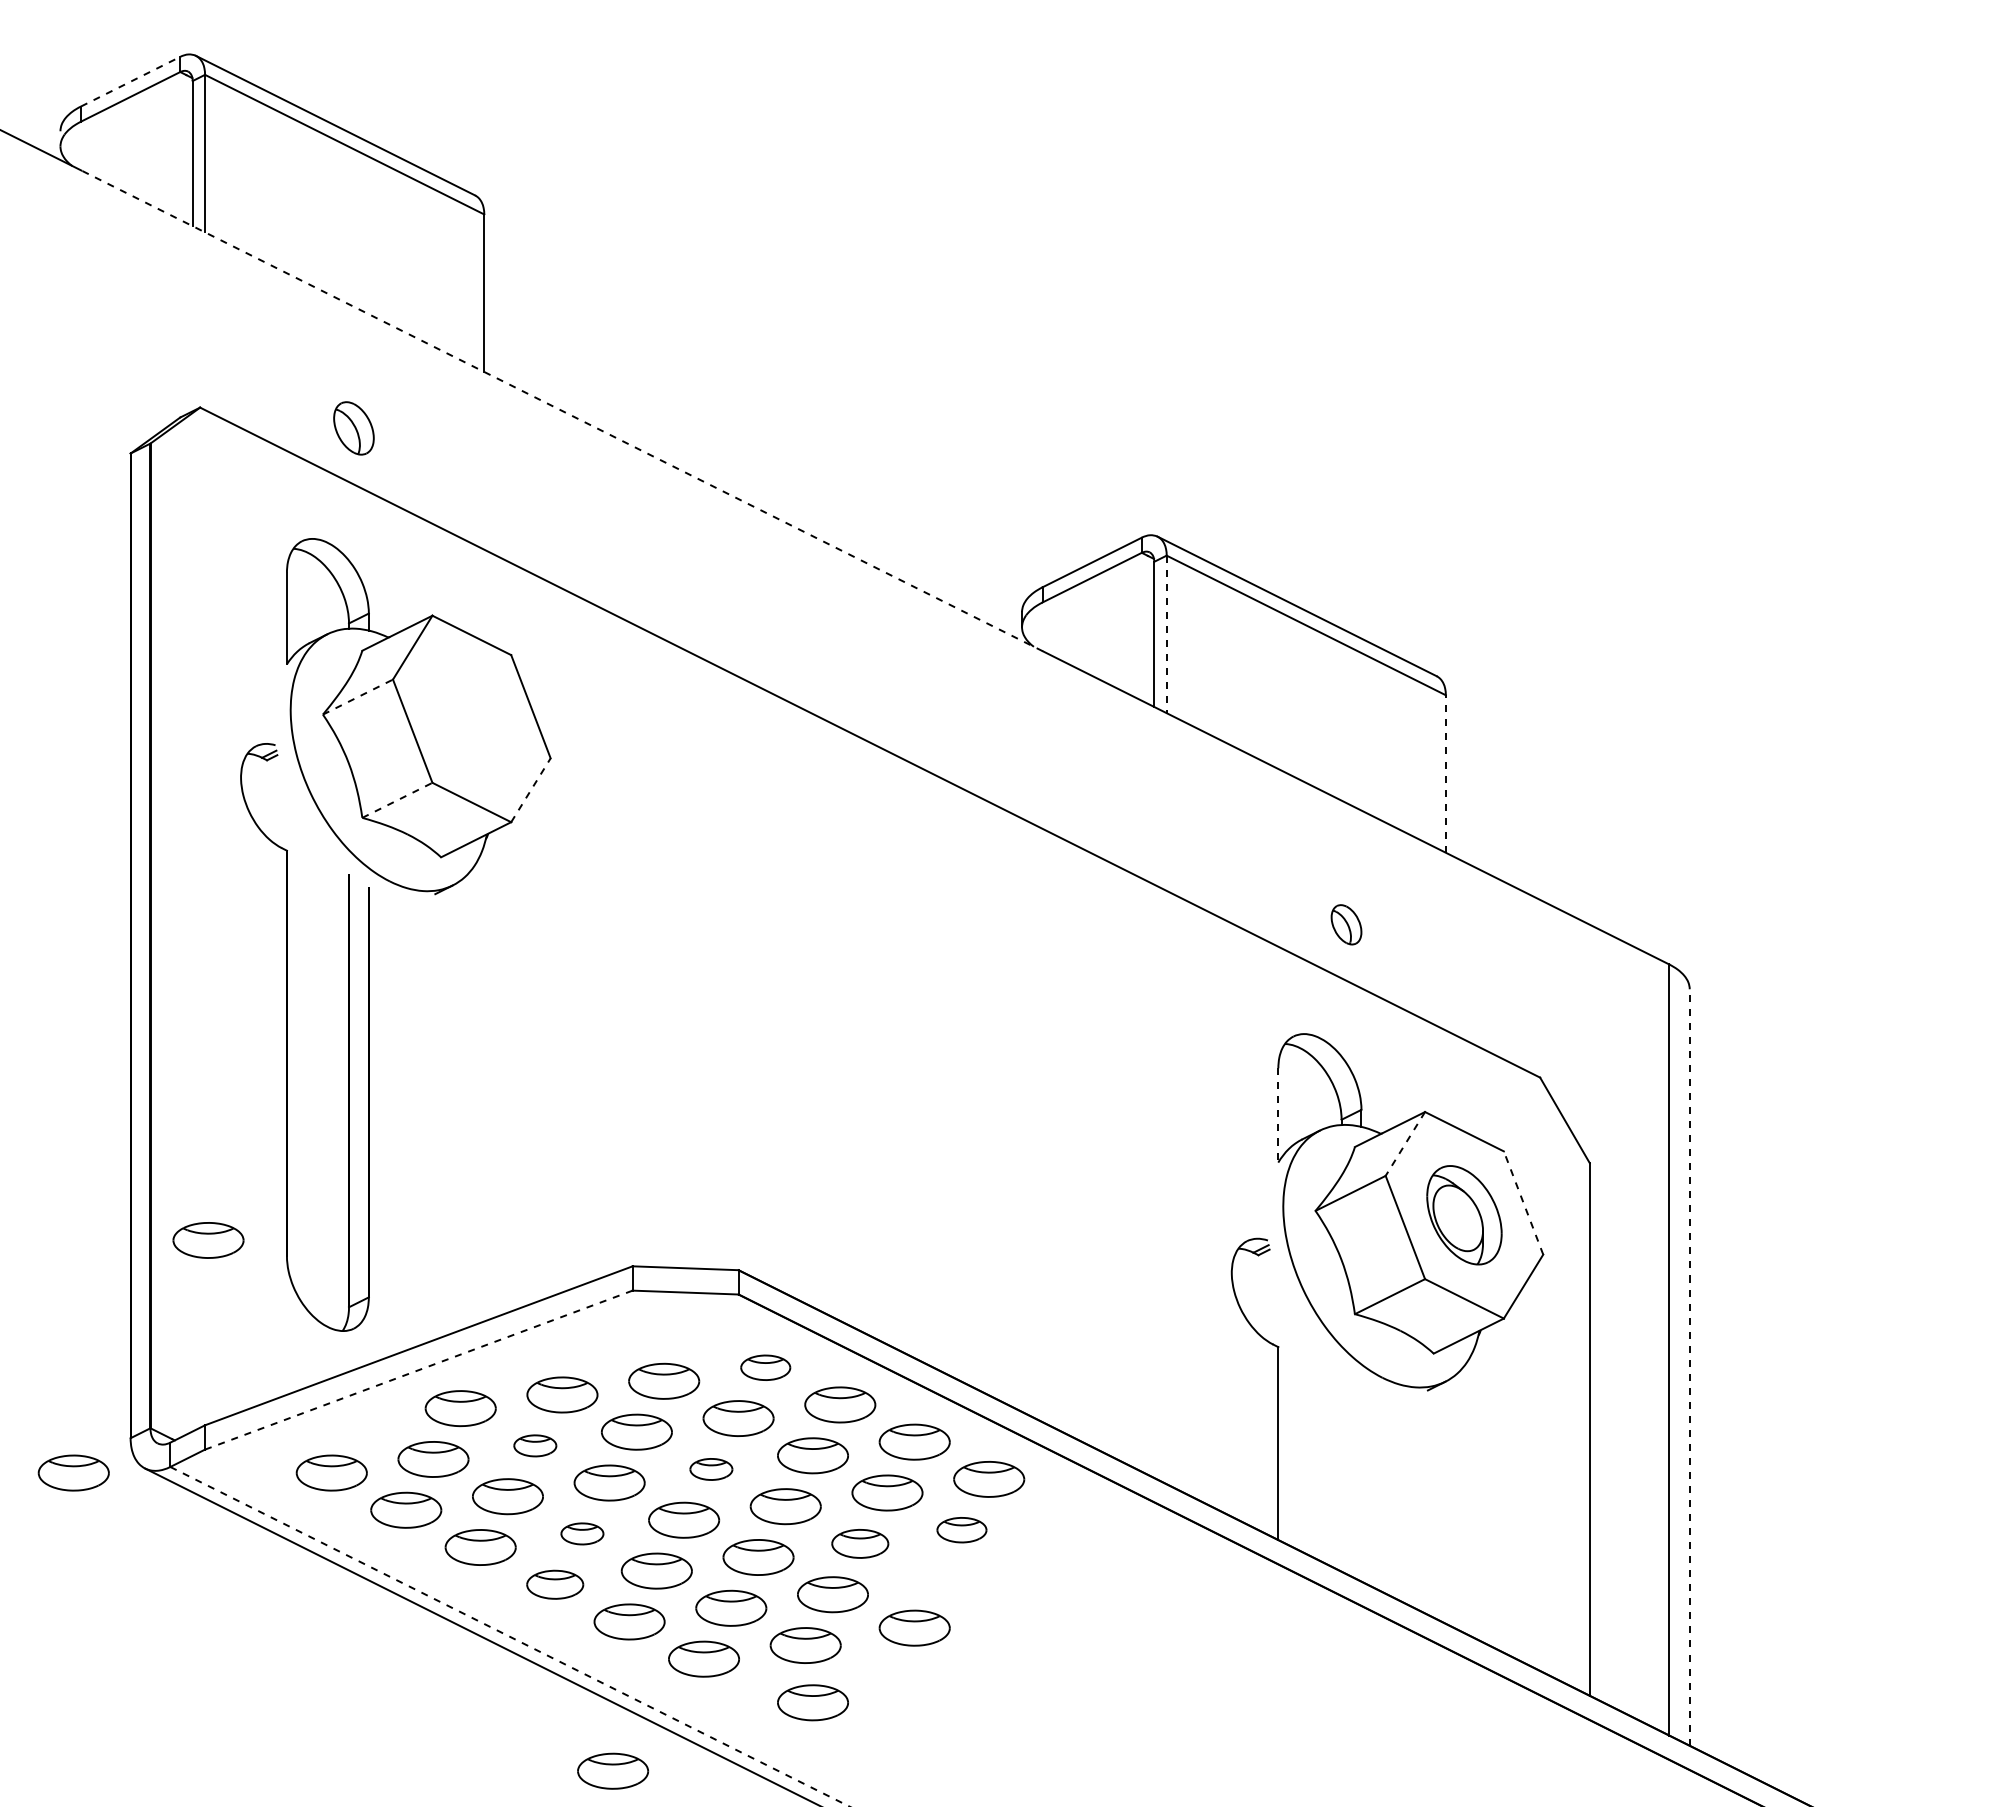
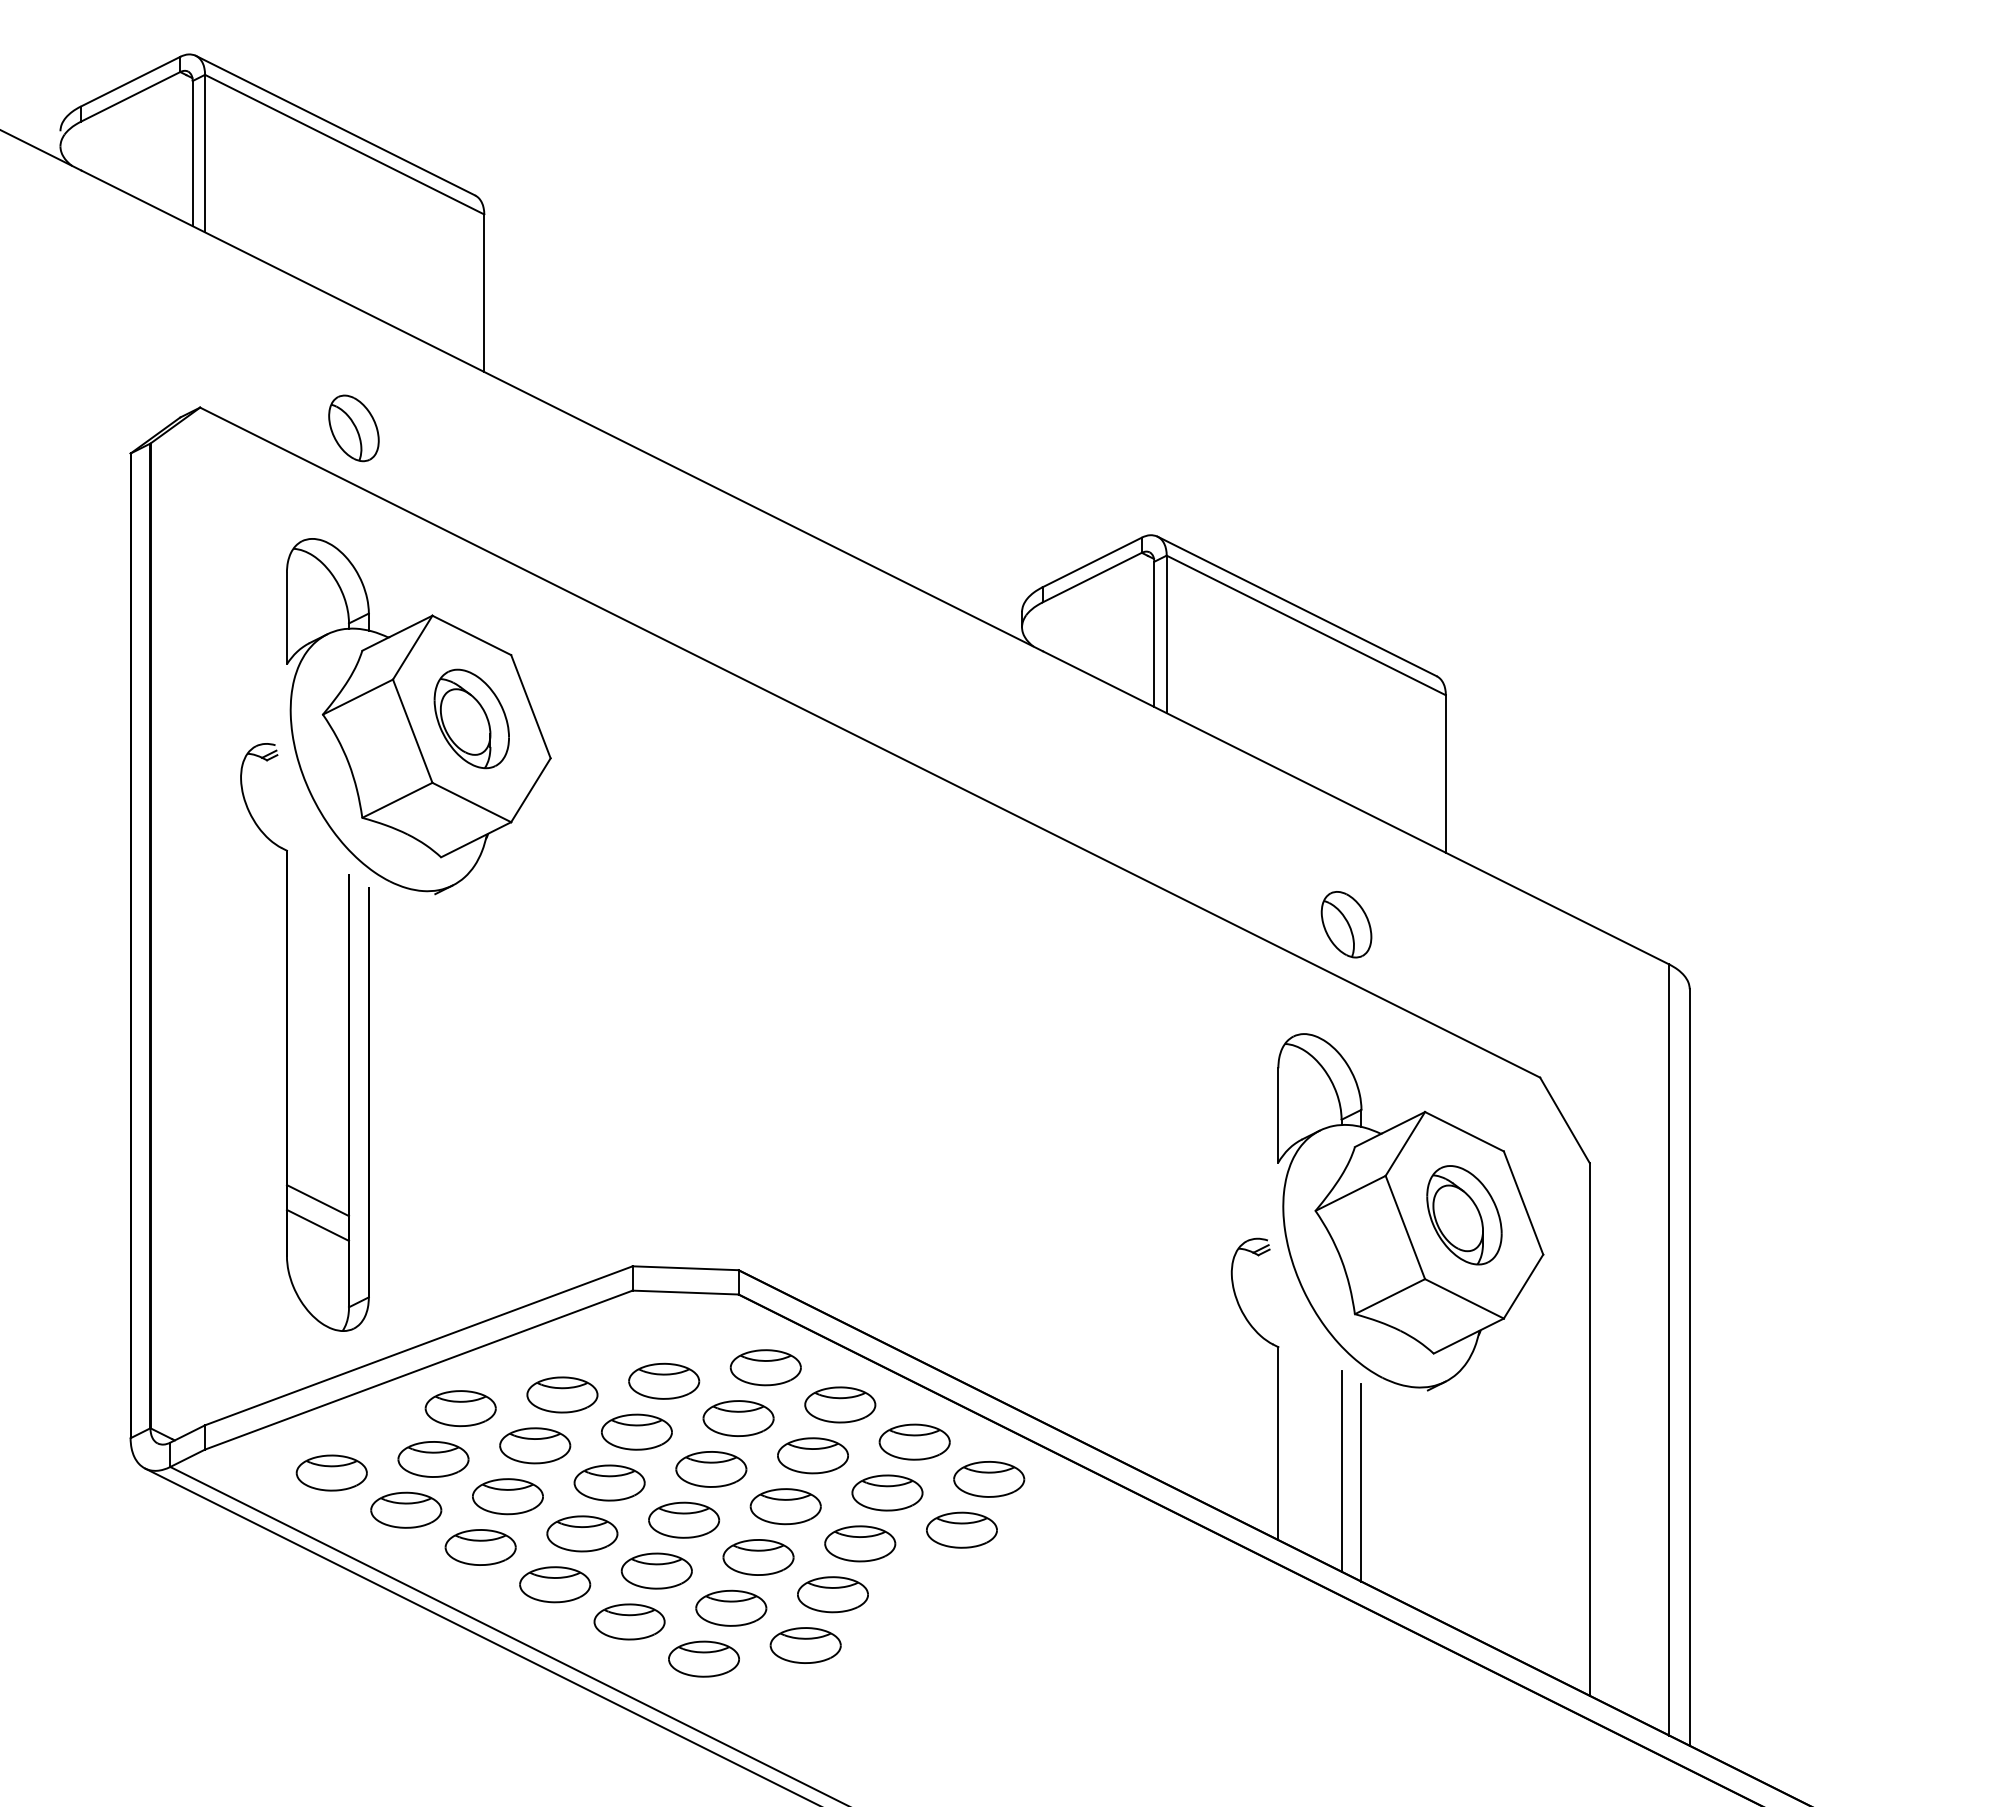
line at (131, 81): dashed -> solid
line at (562, 410): dashed -> solid
part at (353, 428) size: 42x55 px -> 52x69 px
line at (1166, 634): dashed -> solid
line at (358, 696): dashed -> solid
part at (471, 718): none -> present
line at (1445, 774): dashed -> solid
line at (530, 790): dashed -> solid
line at (397, 800): dashed -> solid
part at (1346, 924) size: 33x42 px -> 53x68 px
line at (1278, 1115): dashed -> solid
line at (1405, 1143): dashed -> solid
line at (317, 1200): none -> present
line at (1523, 1202): dashed -> solid
line at (317, 1224): none -> present
part at (208, 1240): present -> none
part at (765, 1367) size: 52x27 px -> 73x38 px
line at (1689, 1367): dashed -> solid
line at (418, 1370): dashed -> solid
part at (535, 1445) size: 45x24 px -> 73x38 px
part at (711, 1469) size: 45x23 px -> 73x37 px
line at (1341, 1471): none -> present
part at (73, 1472): present -> none
line at (1361, 1482): none -> present
part at (961, 1530) size: 52x27 px -> 72x38 px
part at (582, 1533) size: 45x24 px -> 73x38 px
part at (860, 1543) size: 59x30 px -> 73x38 px
part at (555, 1584) size: 59x31 px -> 73x38 px
part at (914, 1627): present -> none
line at (510, 1636): dashed -> solid
part at (812, 1702): present -> none
part at (613, 1770): present -> none
